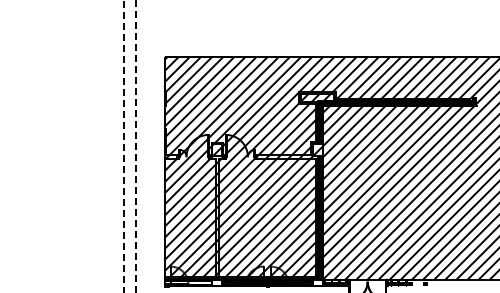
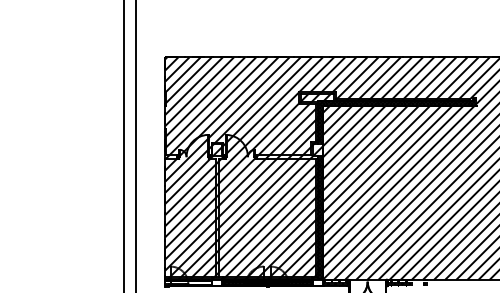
line at (124, 145): dashed -> solid
line at (136, 146): dashed -> solid
